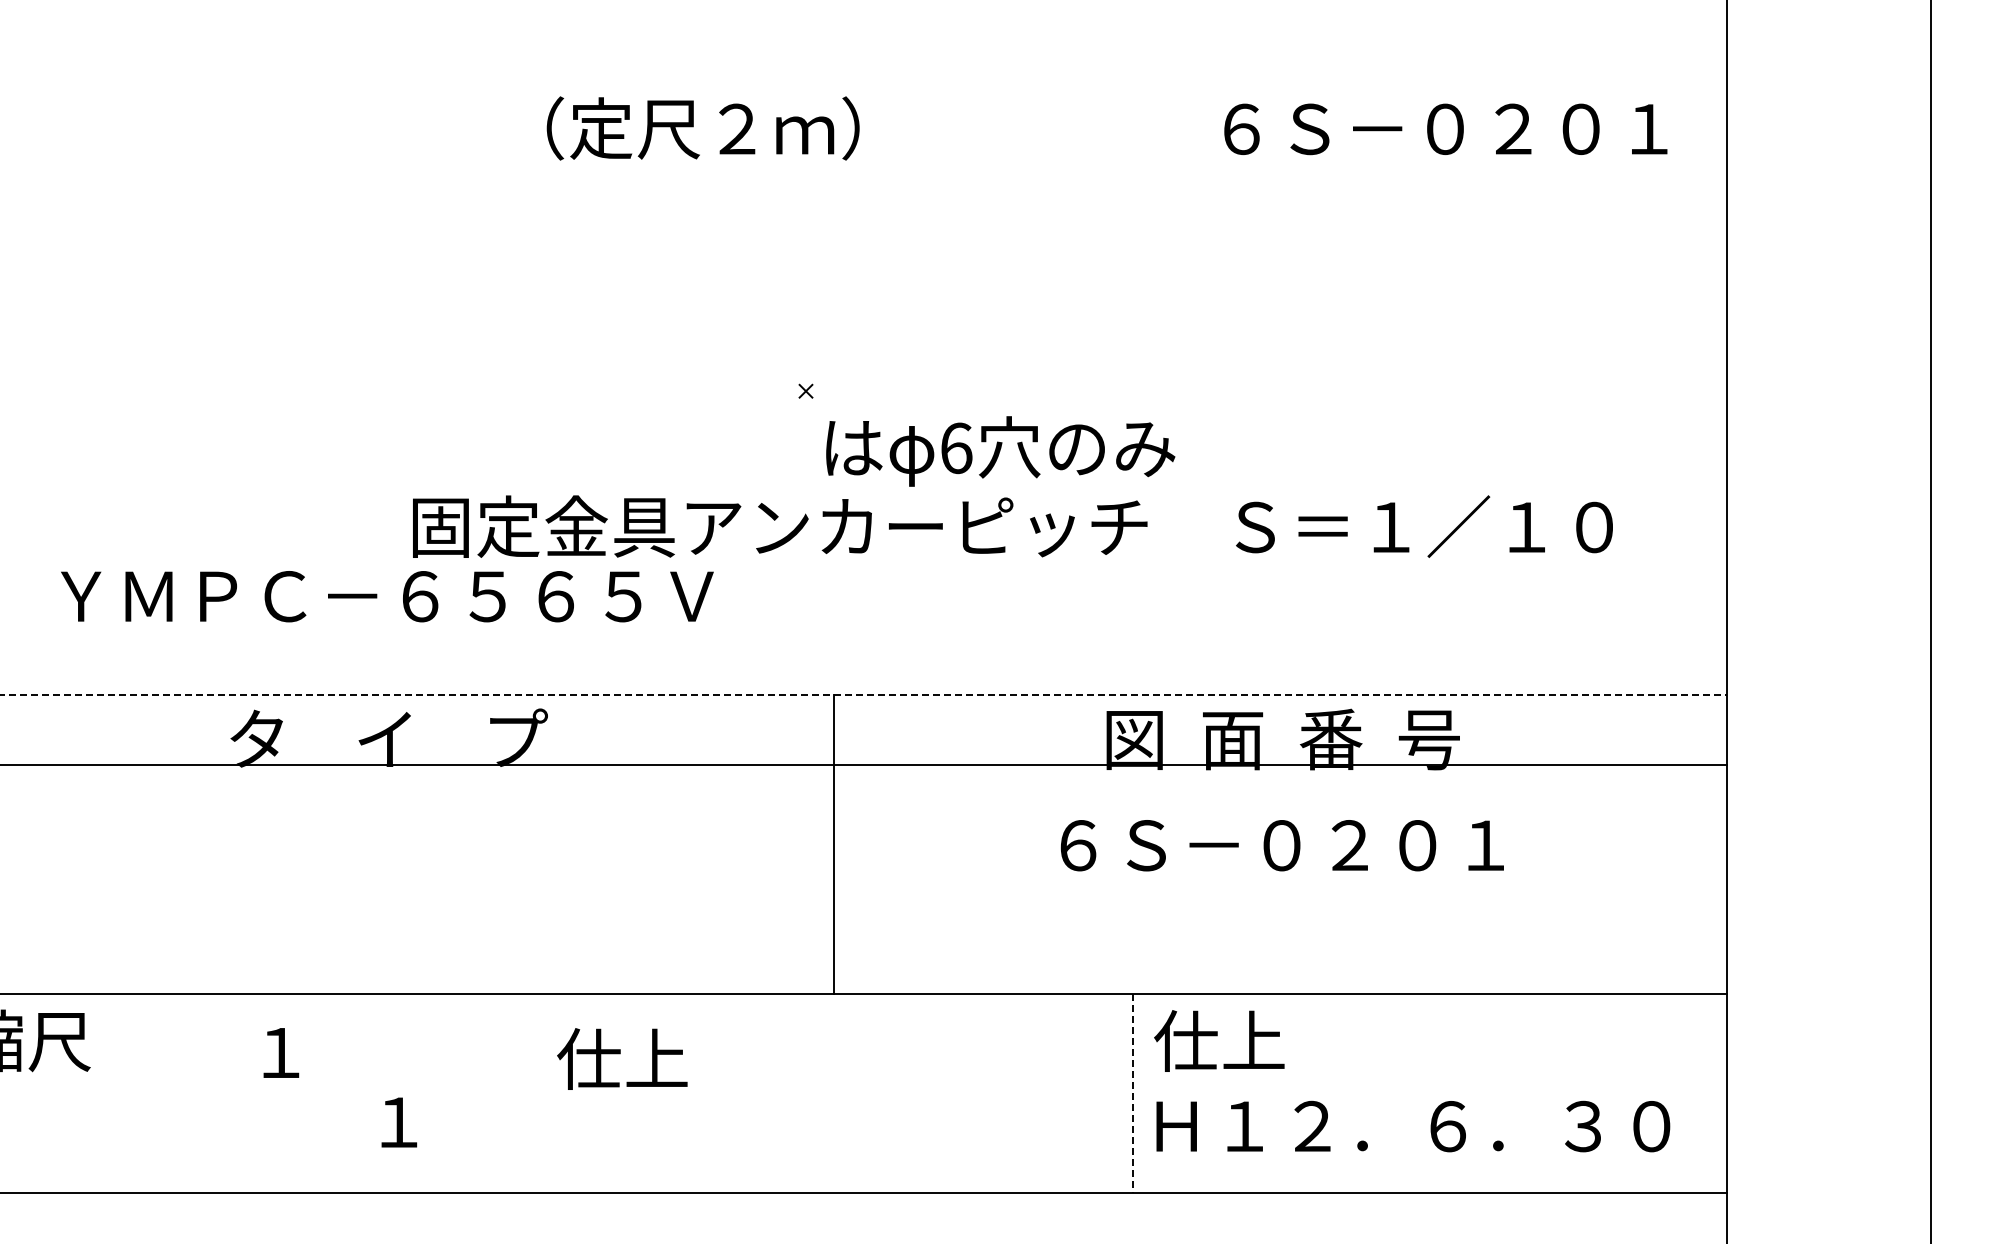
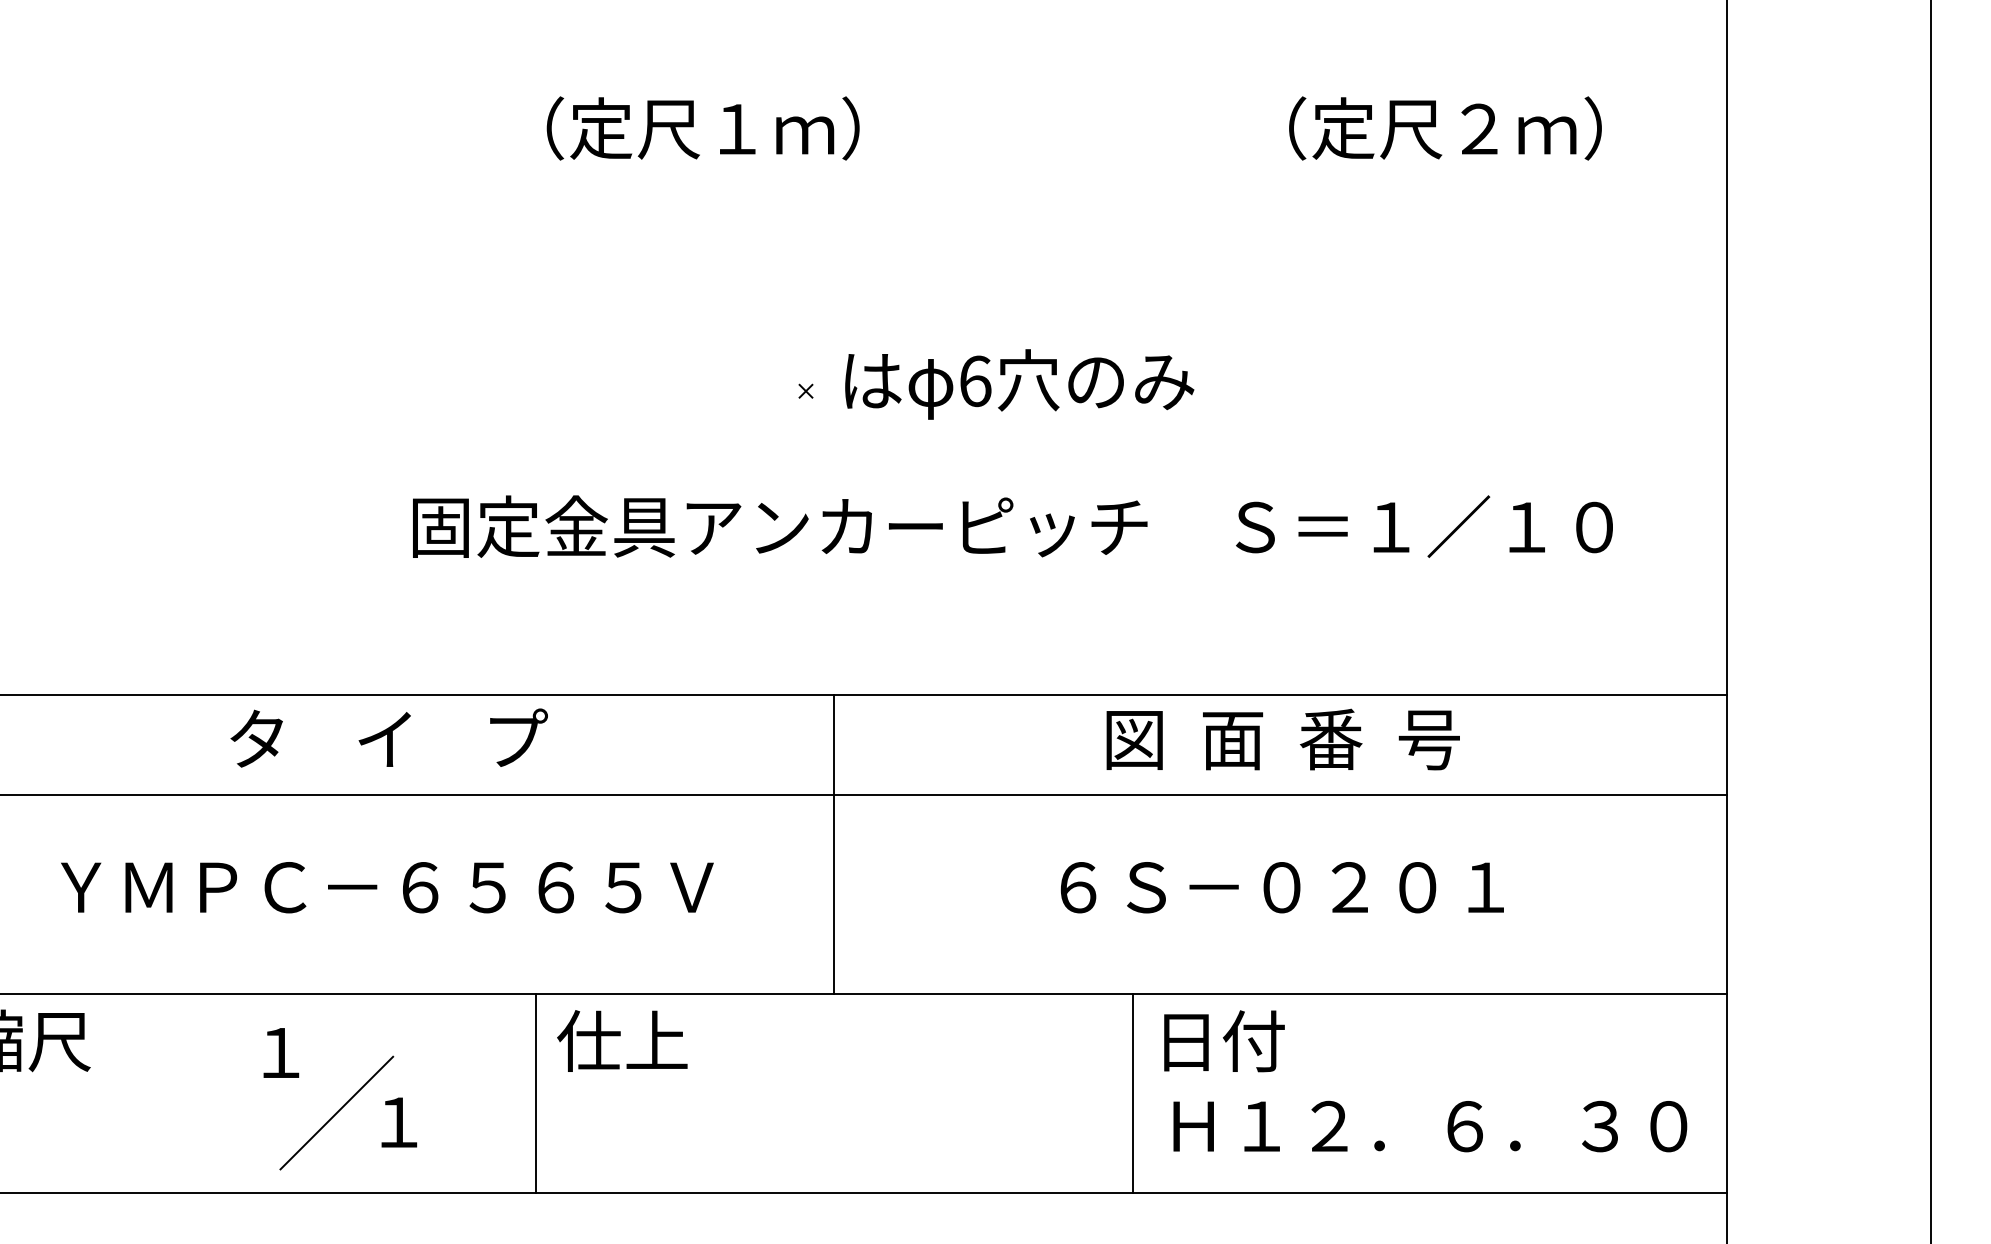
text at (737, 128): （定尺２ｍ） -> （定尺１ｍ）
text at (1445, 128): ６Ｓ－０２０１ -> （定尺２ｍ）
text at (1000, 451) position: (1000, 451) -> (1019, 384)
text at (387, 596) position: (387, 596) -> (387, 887)
line at (864, 695): dashed -> solid
line at (864, 764) position: (864, 764) -> (864, 794)
text at (1281, 845) position: (1281, 845) -> (1281, 887)
text at (1219, 1041): 仕上 -> 日付
text at (622, 1058) position: (622, 1058) -> (622, 1040)
line at (535, 1092): none -> present
line at (1132, 1093): dashed -> solid
line at (336, 1112): none -> present
text at (1413, 1126) position: (1413, 1126) -> (1430, 1126)
